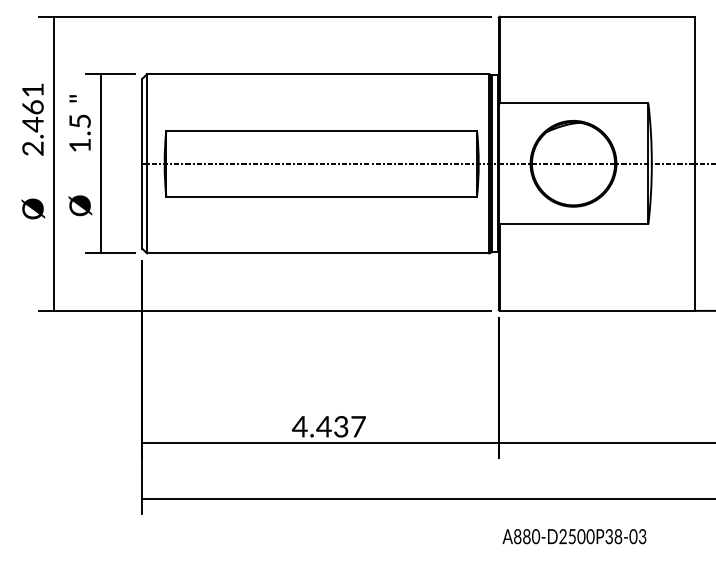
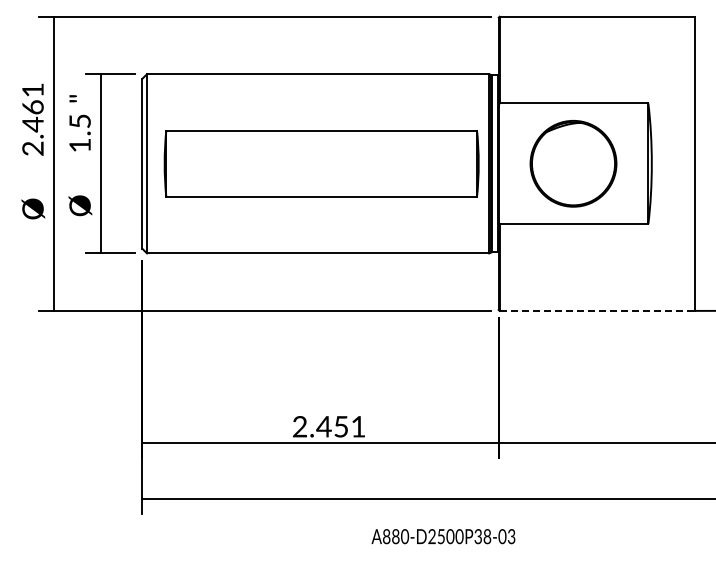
line at (427, 163): present -> none
line at (597, 310): solid -> dashed
text at (328, 426): 4.437 -> 2.451
text at (574, 536) position: (574, 536) -> (443, 536)
